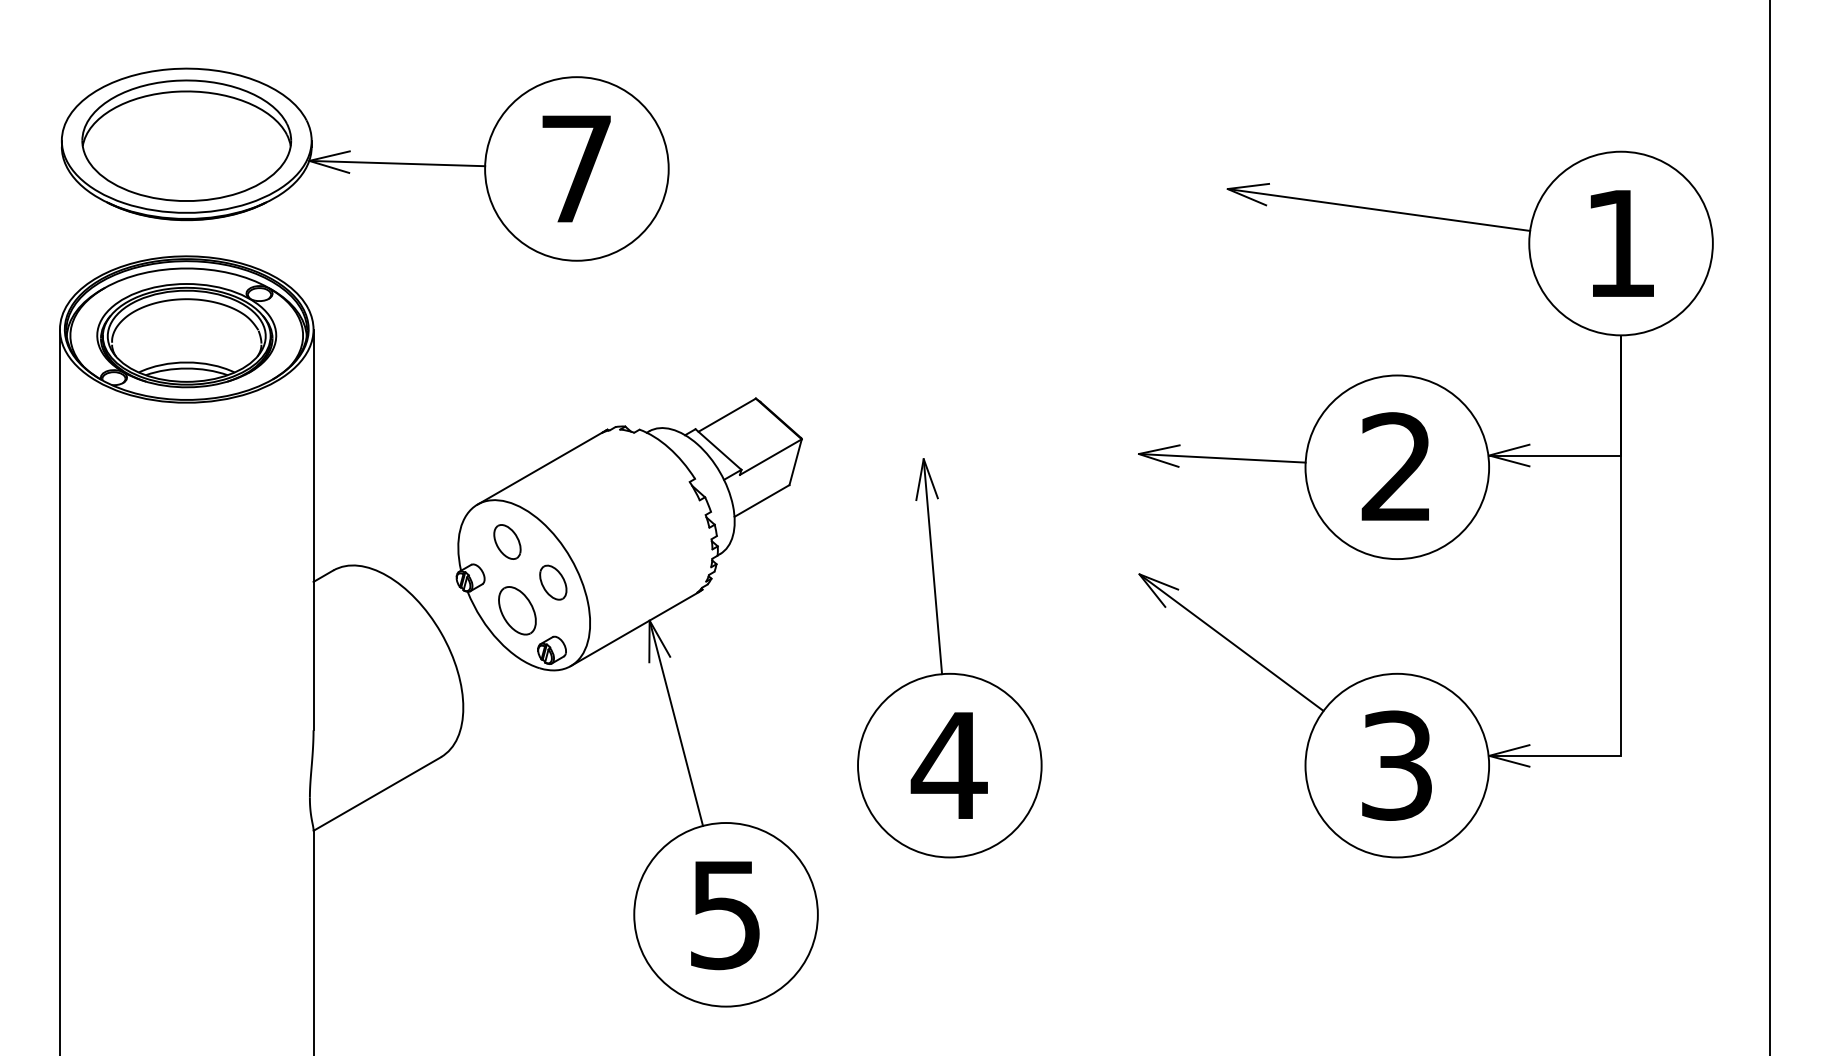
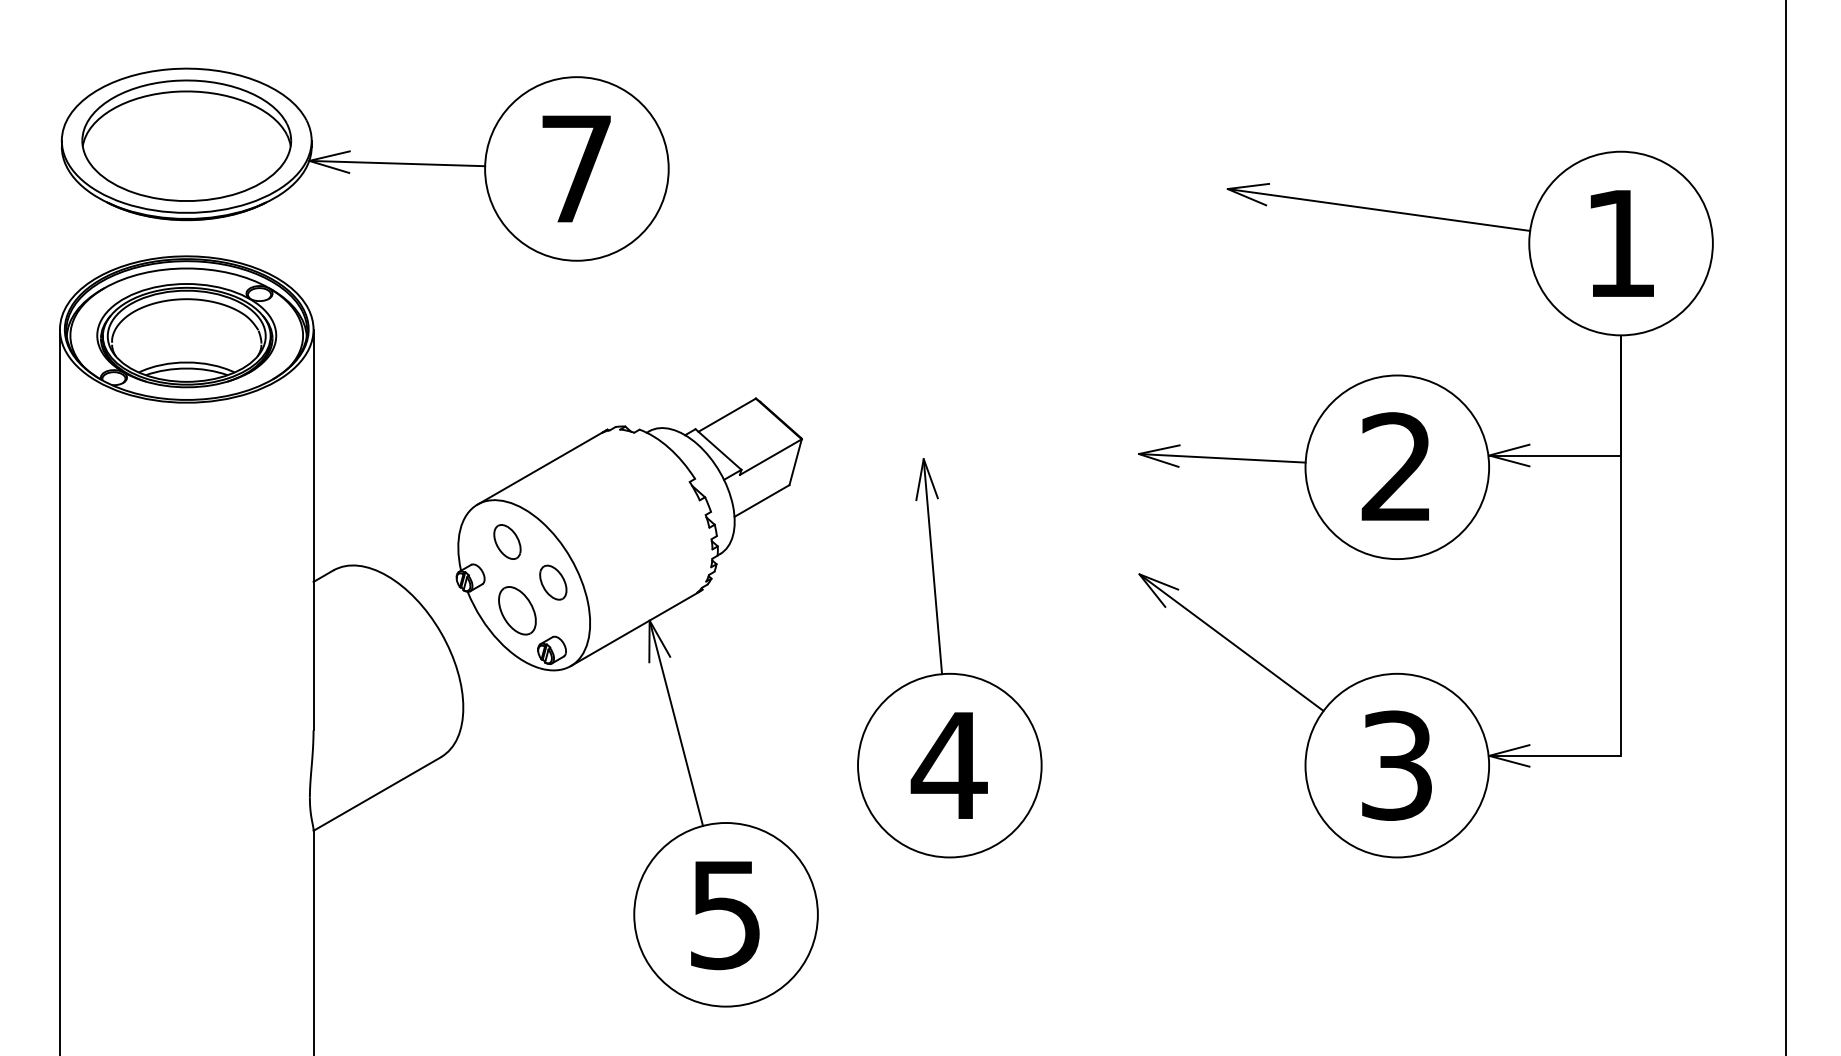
line at (1769, 527) position: (1769, 527) -> (1785, 527)
